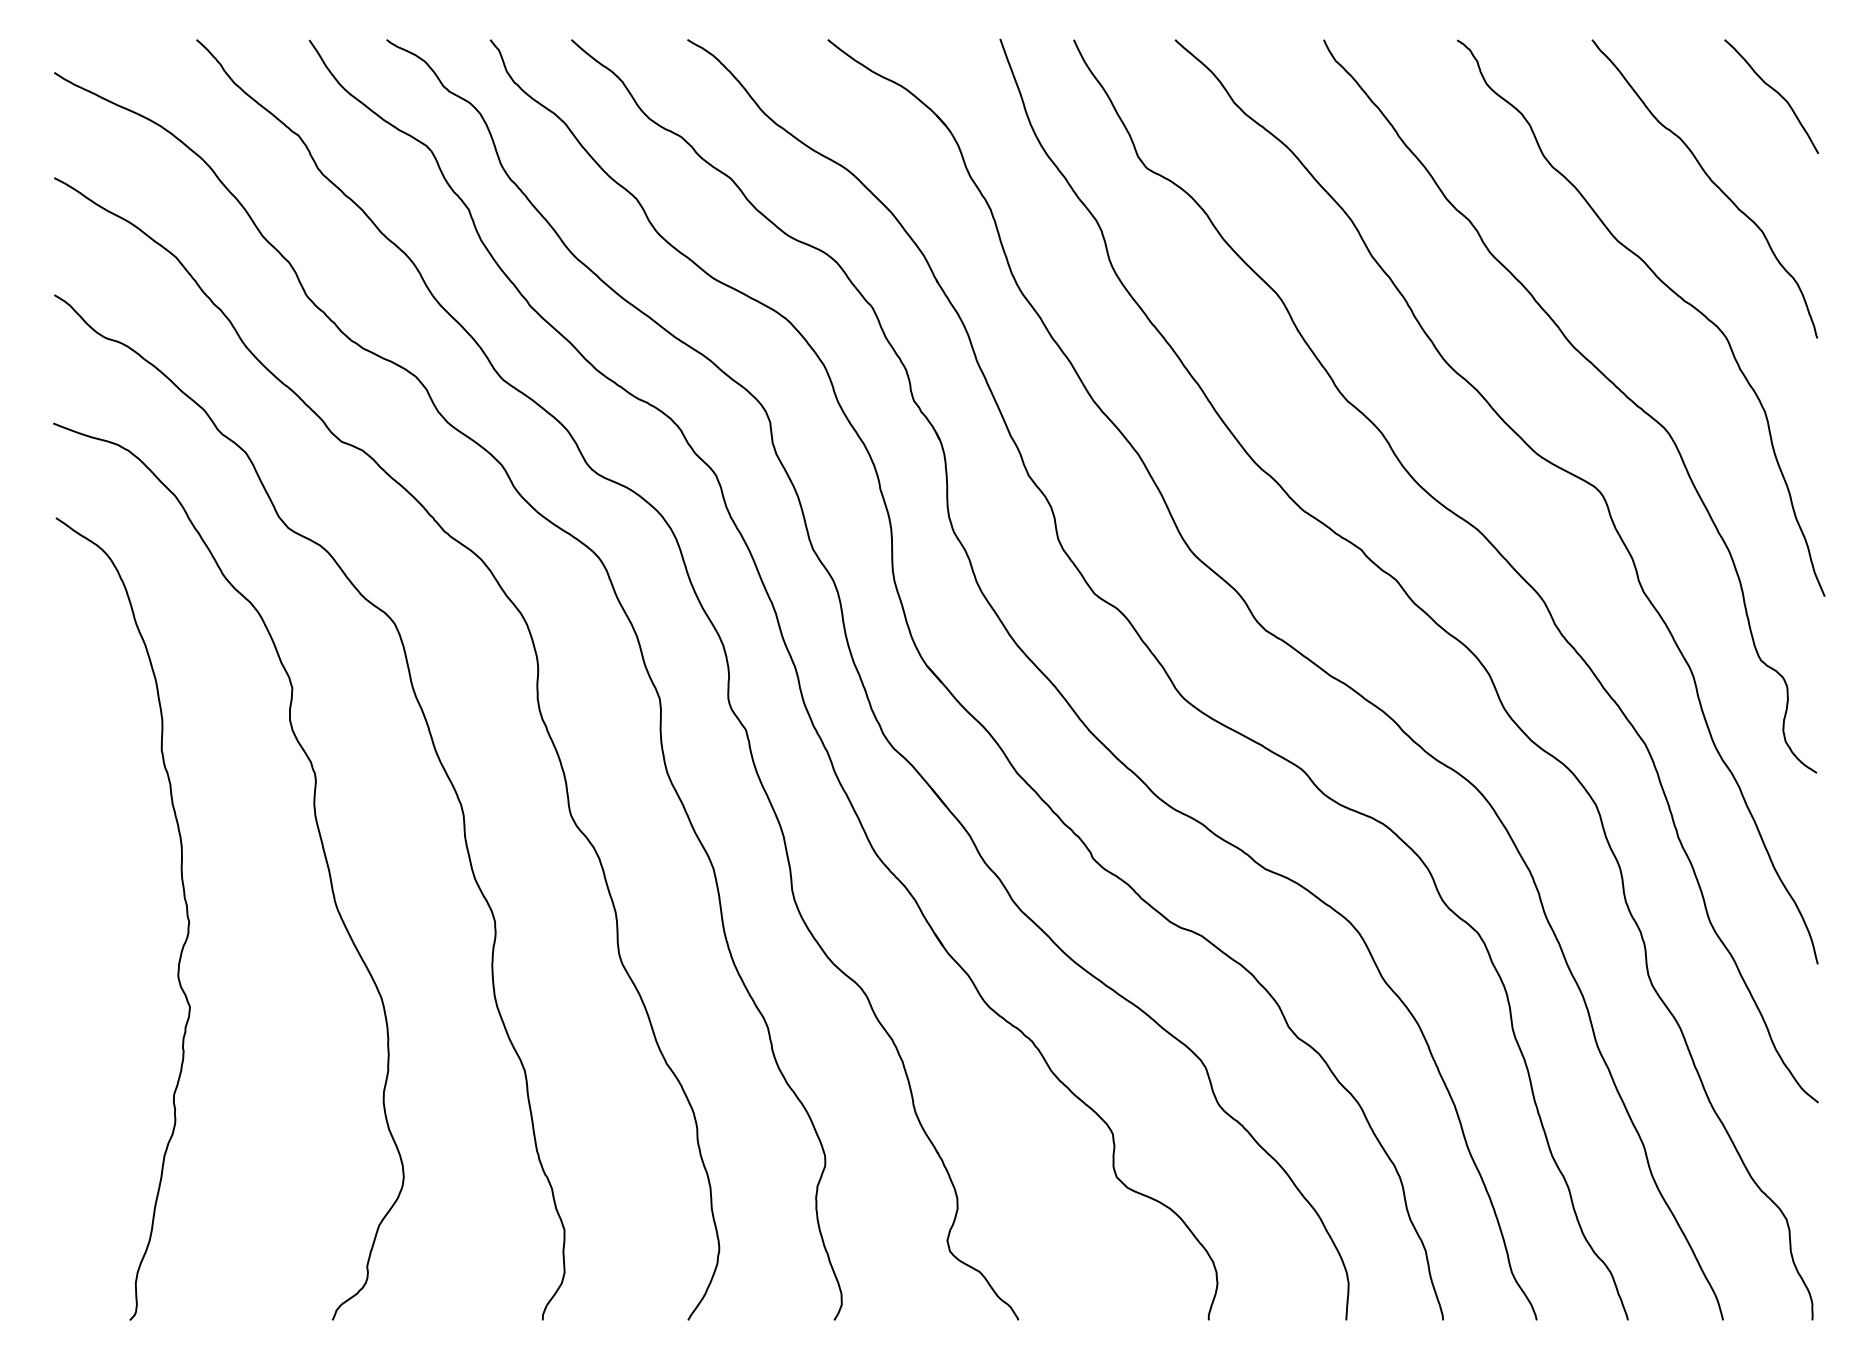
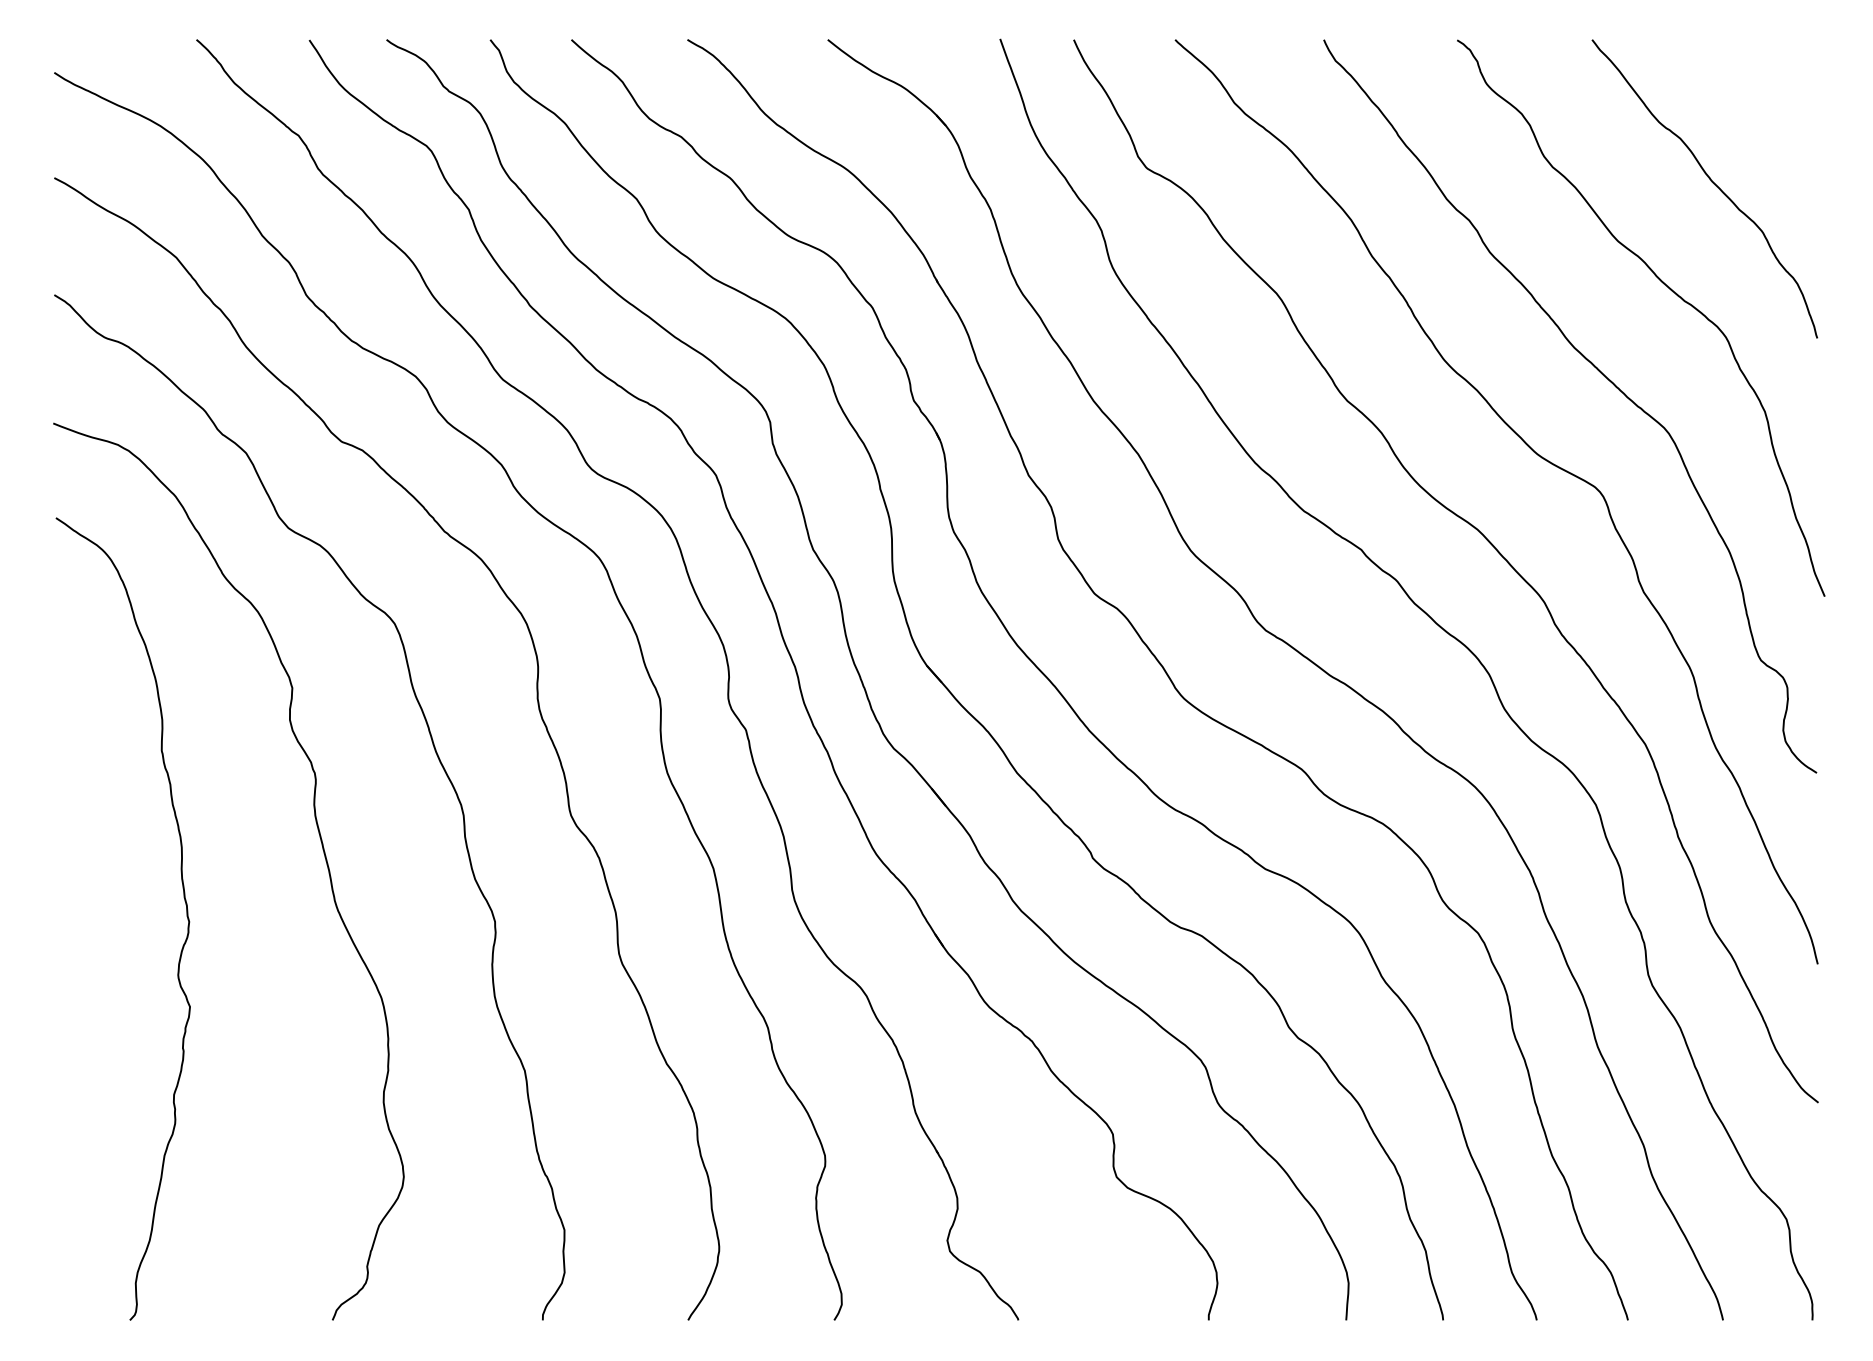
curve at (1774, 91): present -> none
